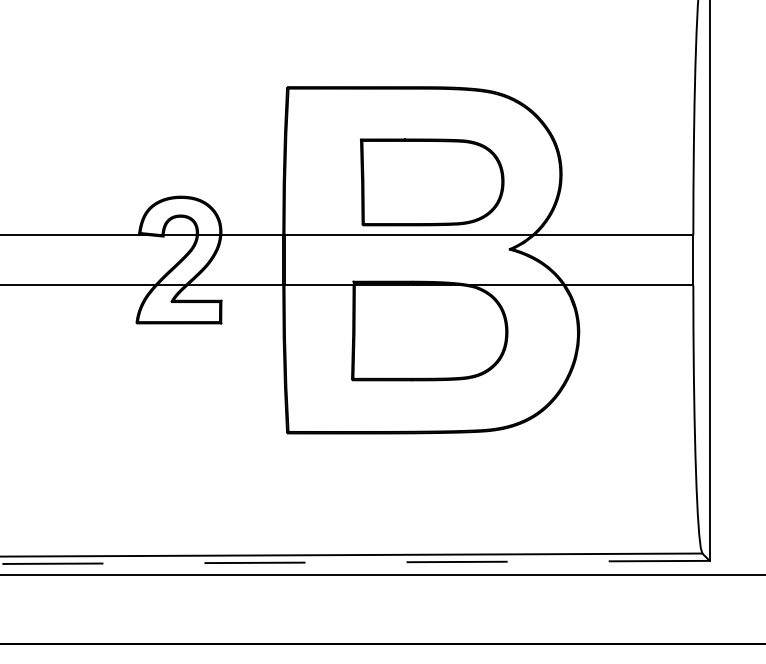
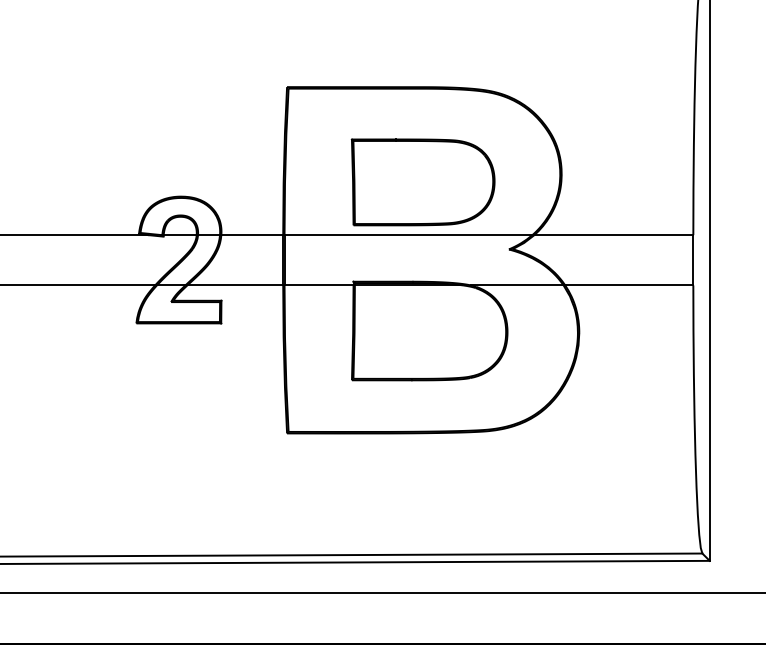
part at (431, 182) position: (431, 182) -> (422, 182)
line at (354, 562): dashed -> solid
line at (382, 575) position: (382, 575) -> (382, 593)
